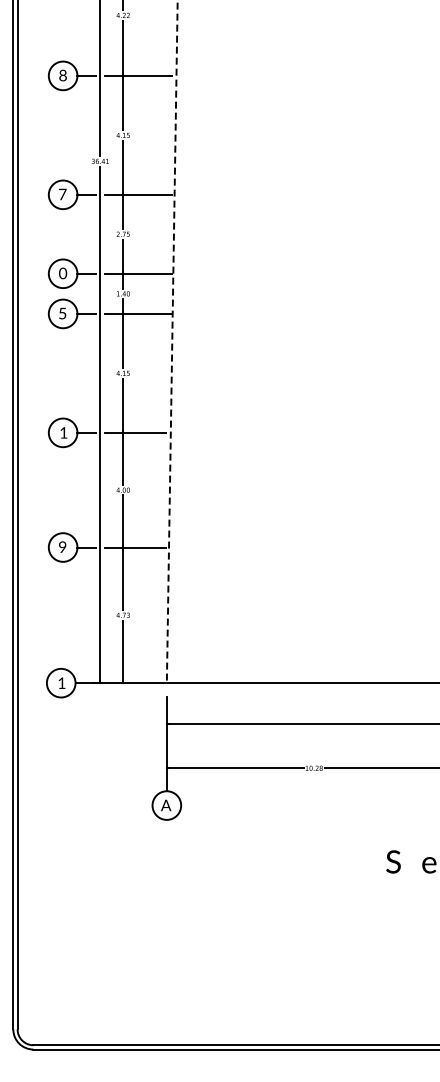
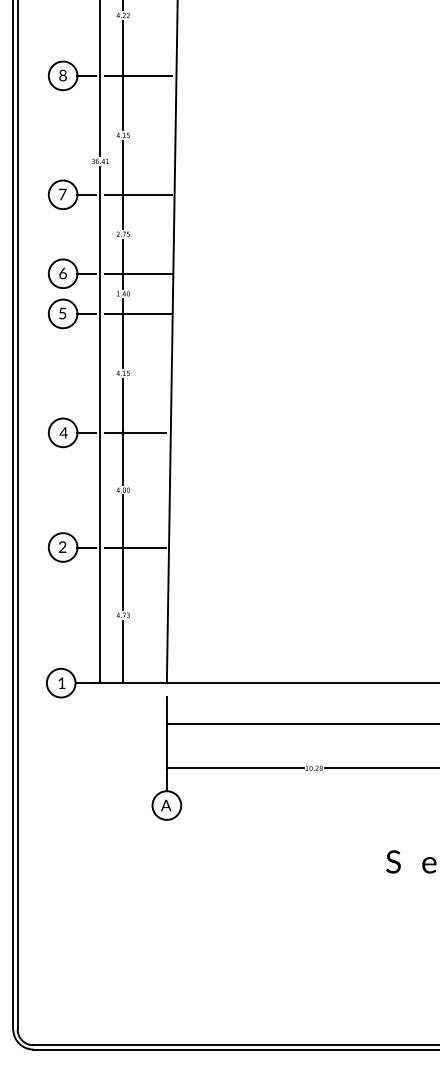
text at (63, 272): 0 -> 6
line at (172, 342): dashed -> solid
text at (63, 432): 1 -> 4
text at (62, 547): 9 -> 2
